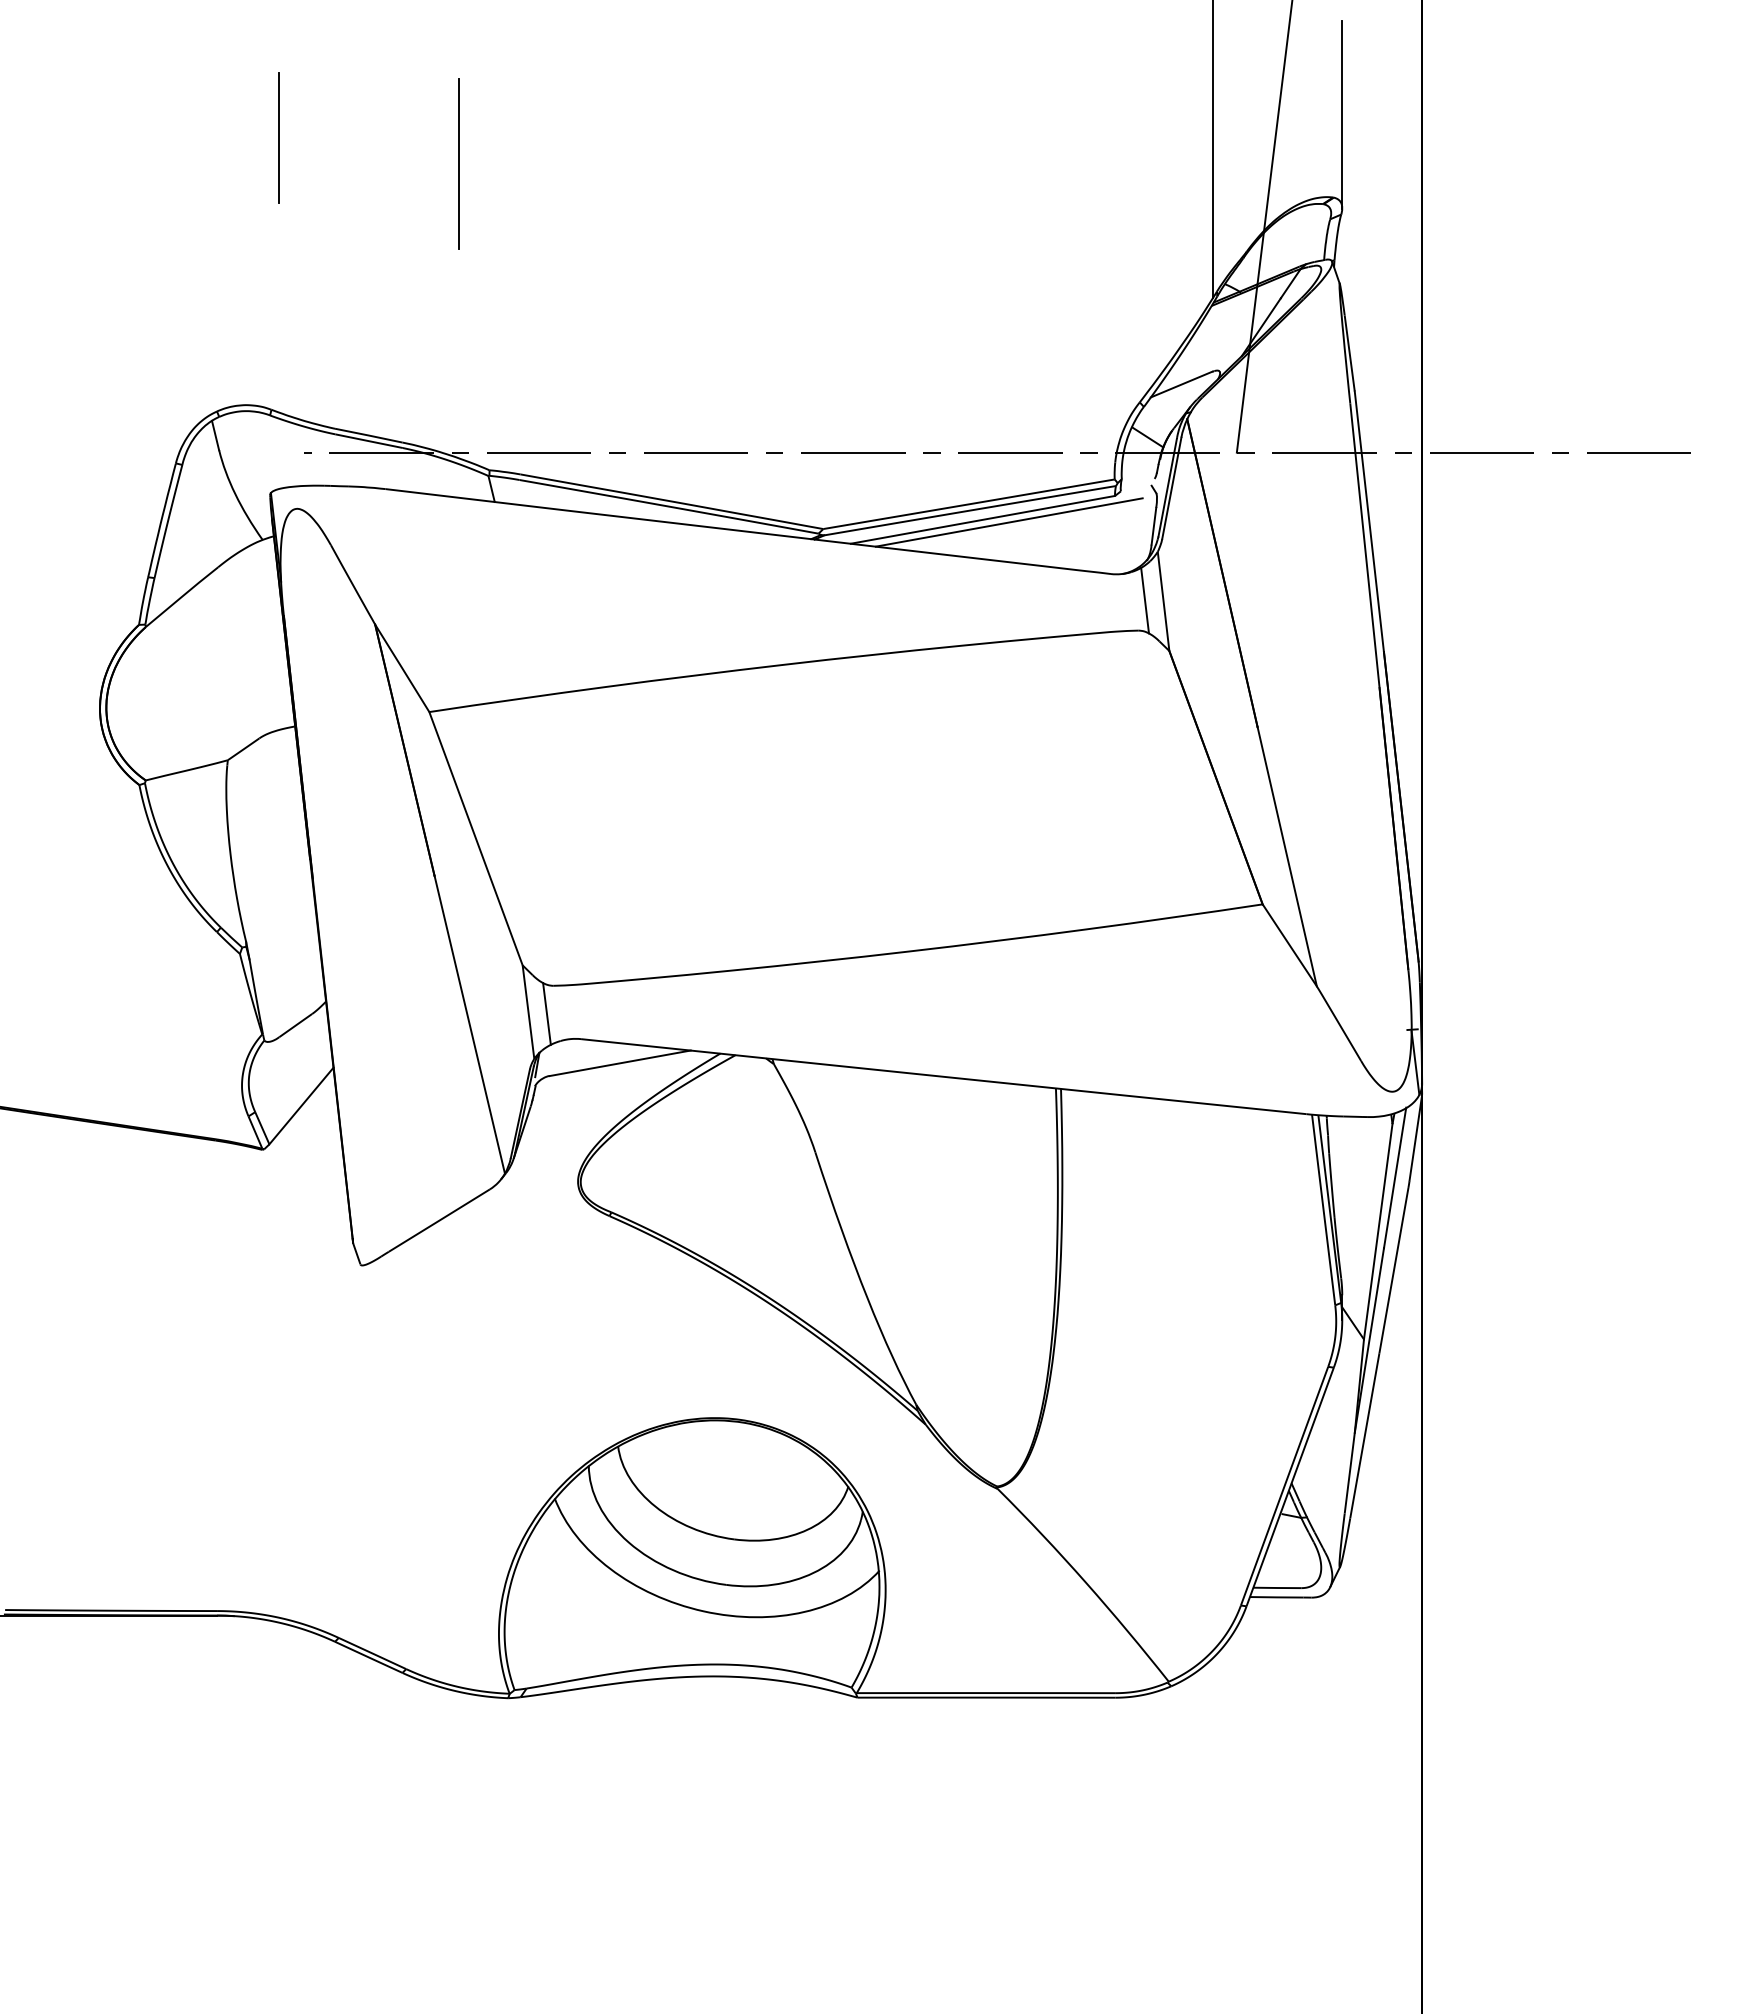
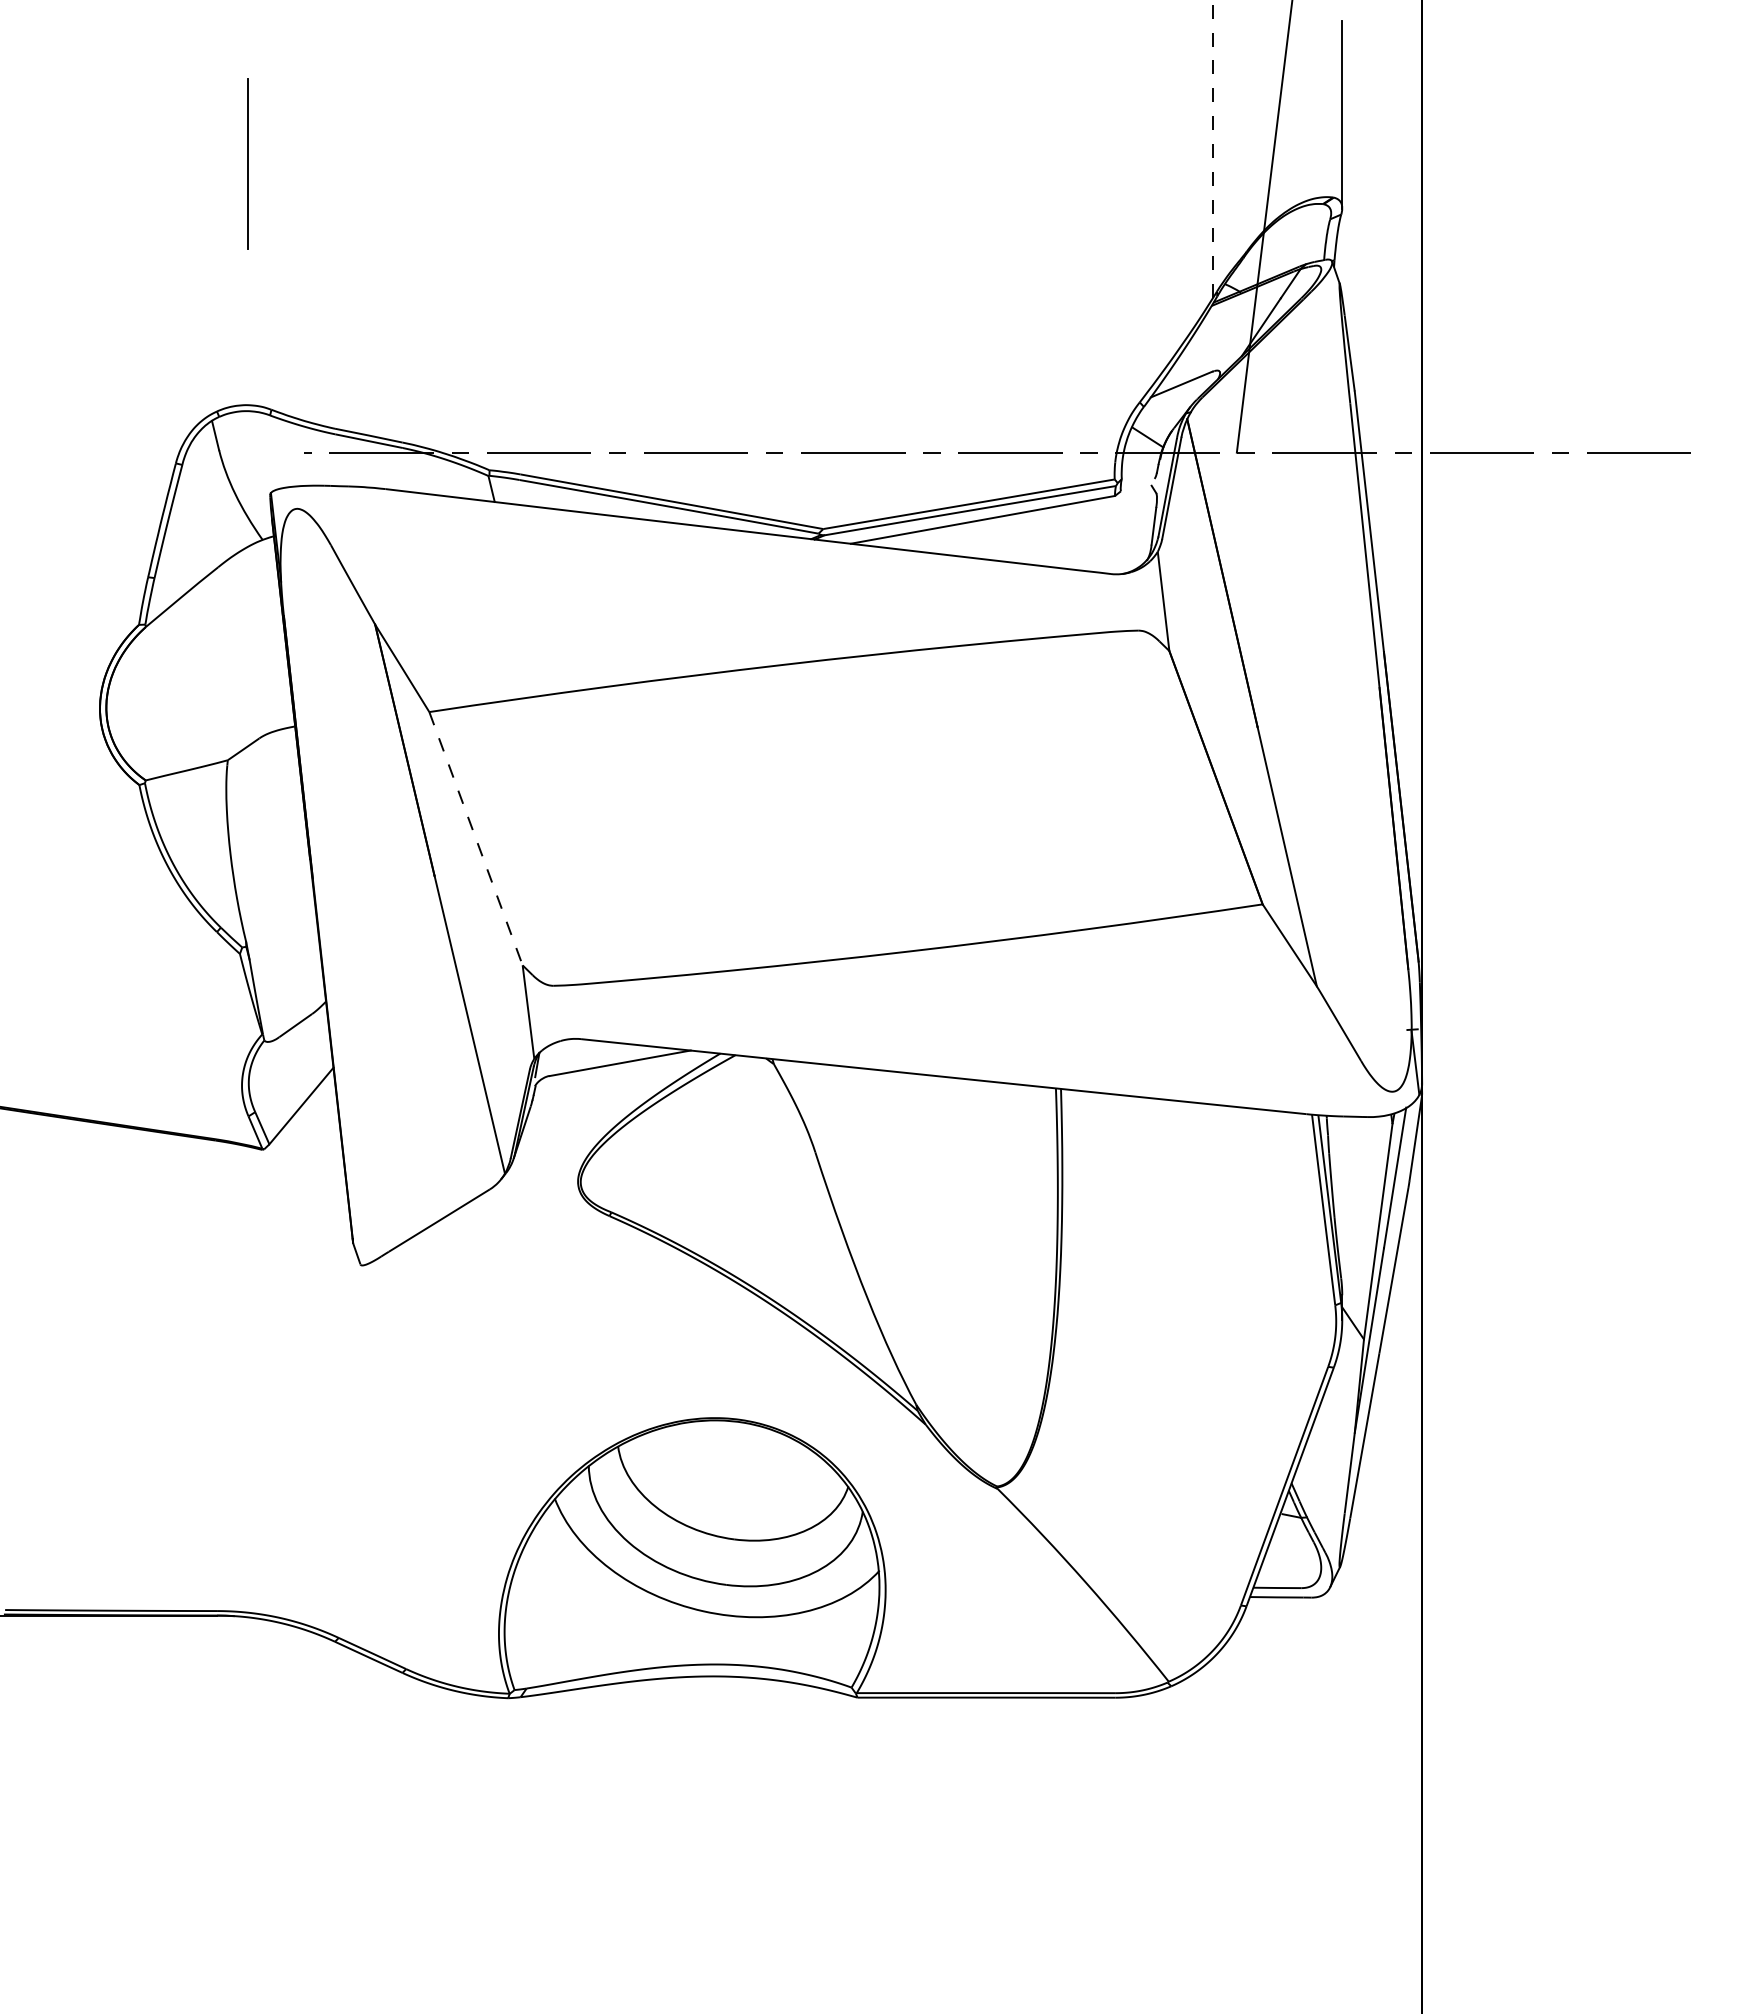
line at (278, 137): present -> none
line at (1213, 149): solid -> dashed
line at (458, 163) position: (458, 163) -> (247, 163)
line at (1008, 522): present -> none
line at (1144, 600): present -> none
line at (476, 838): solid -> dashed
line at (546, 1013): present -> none
